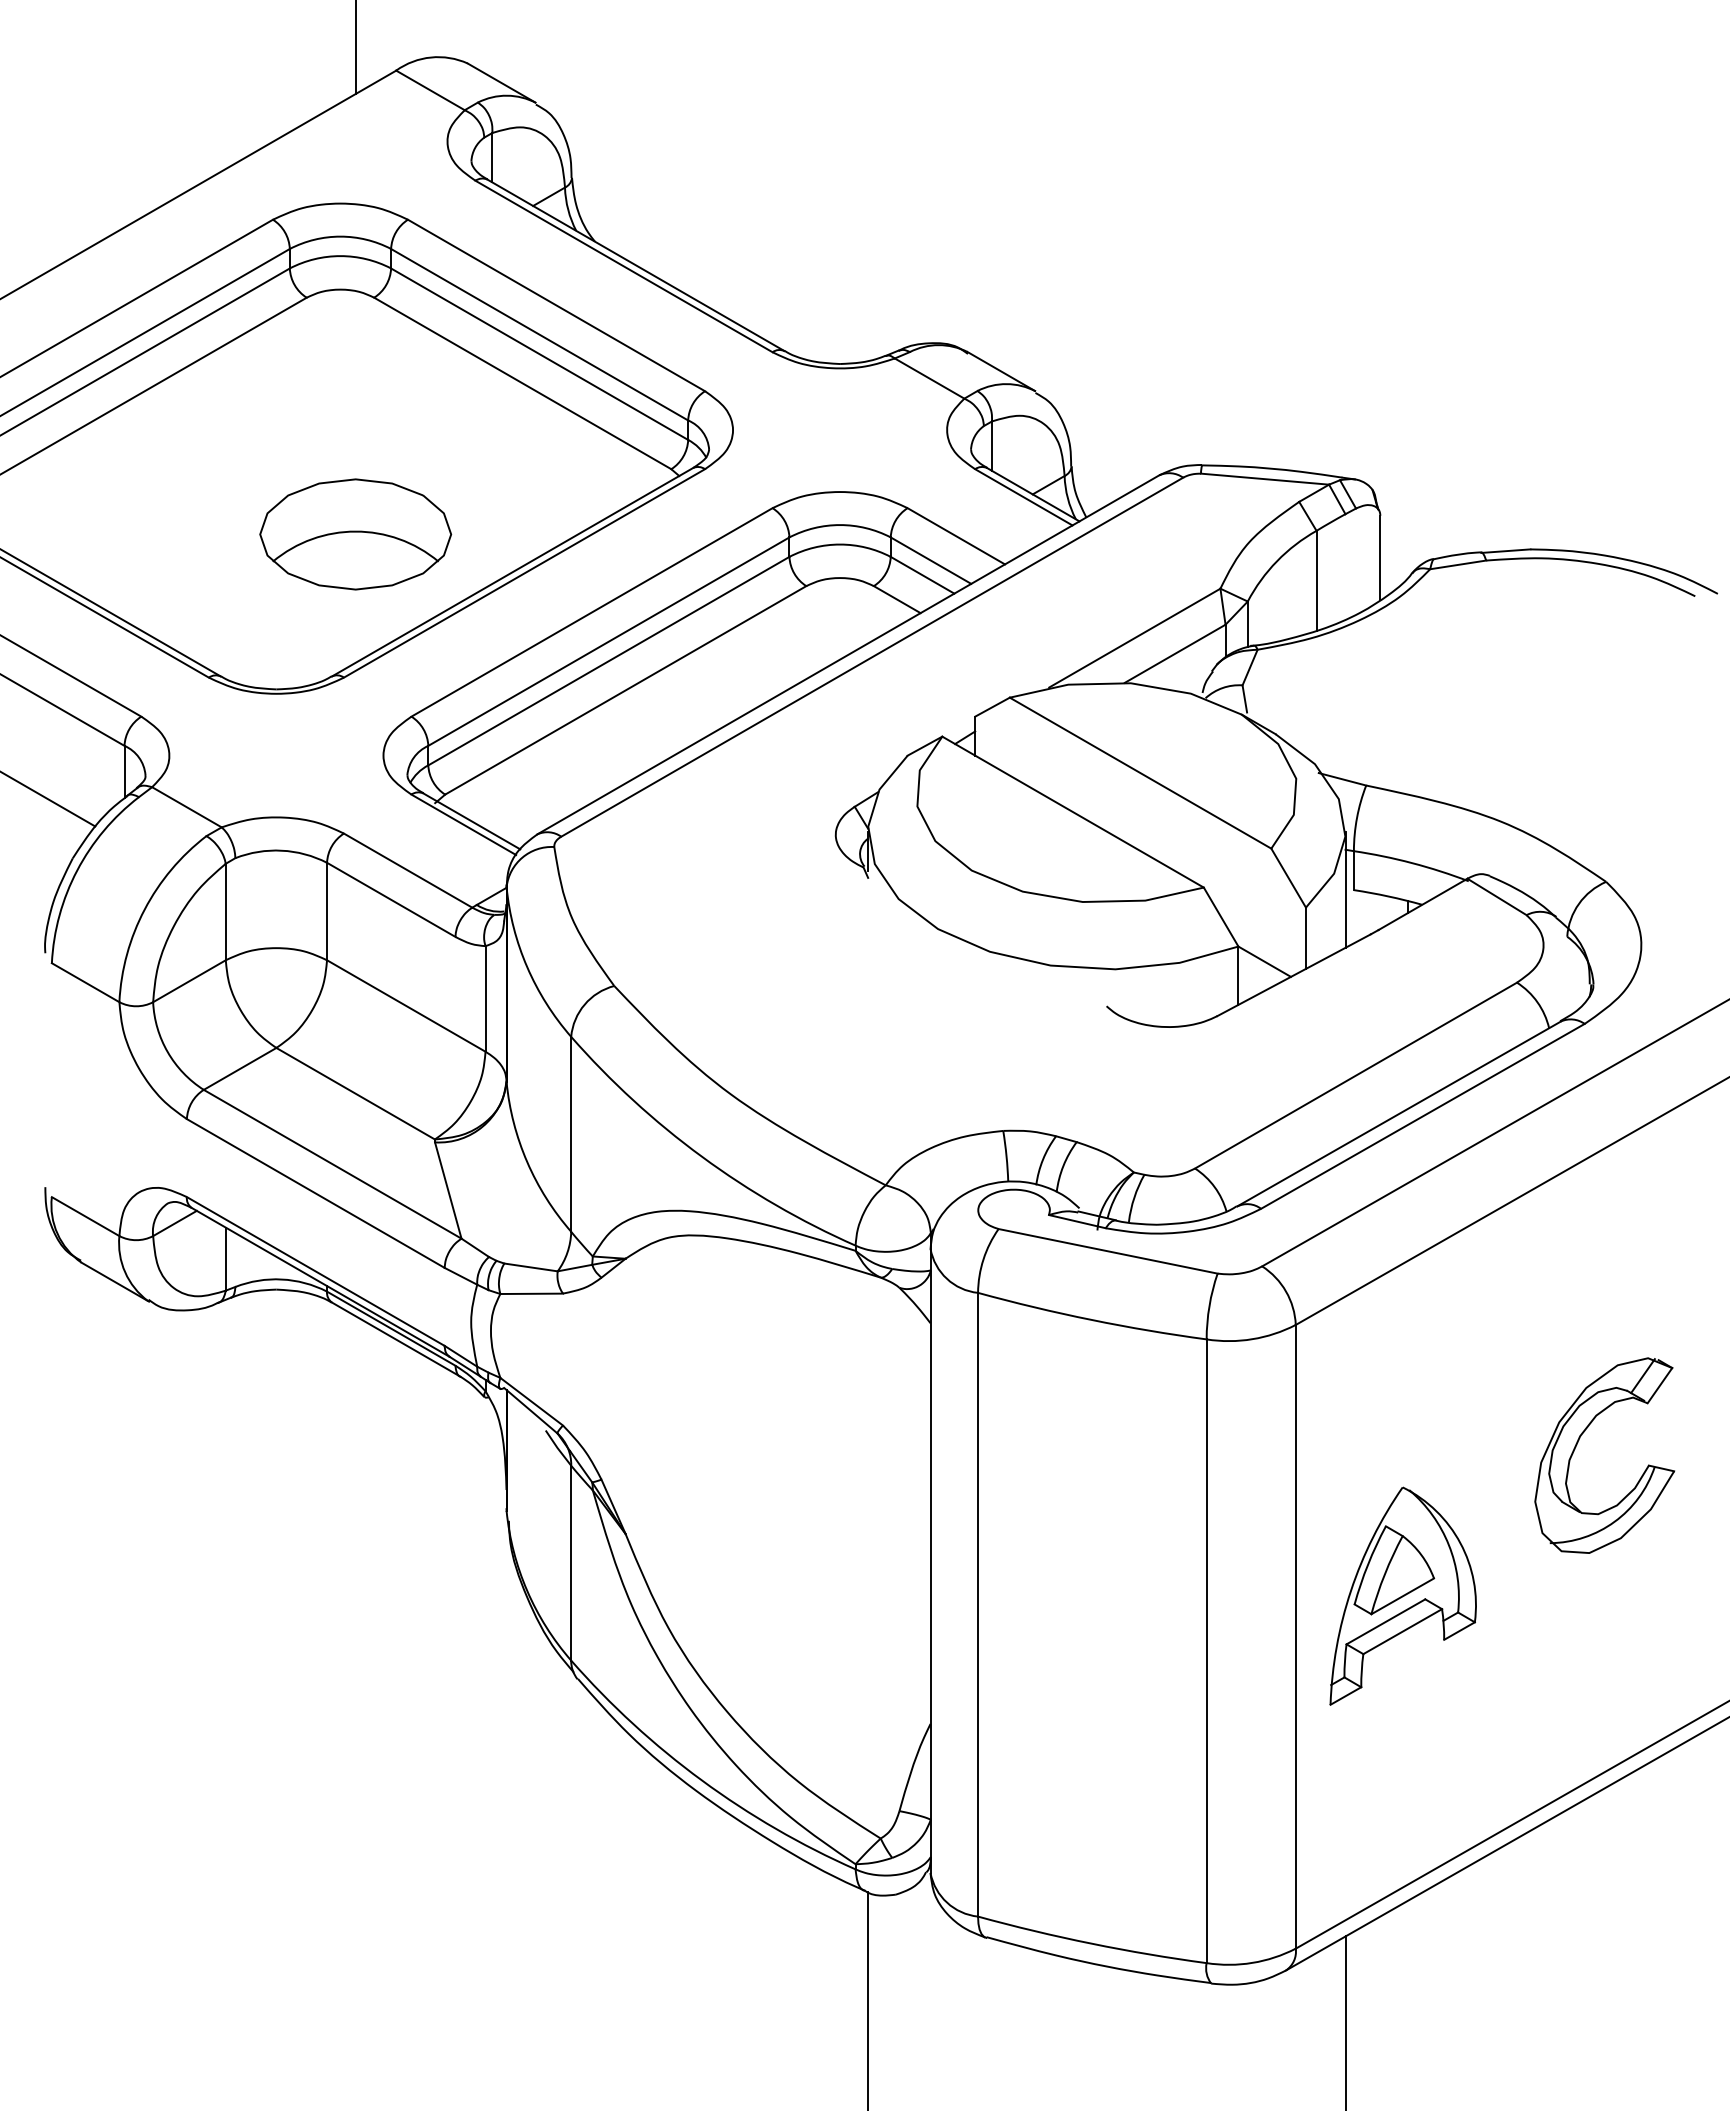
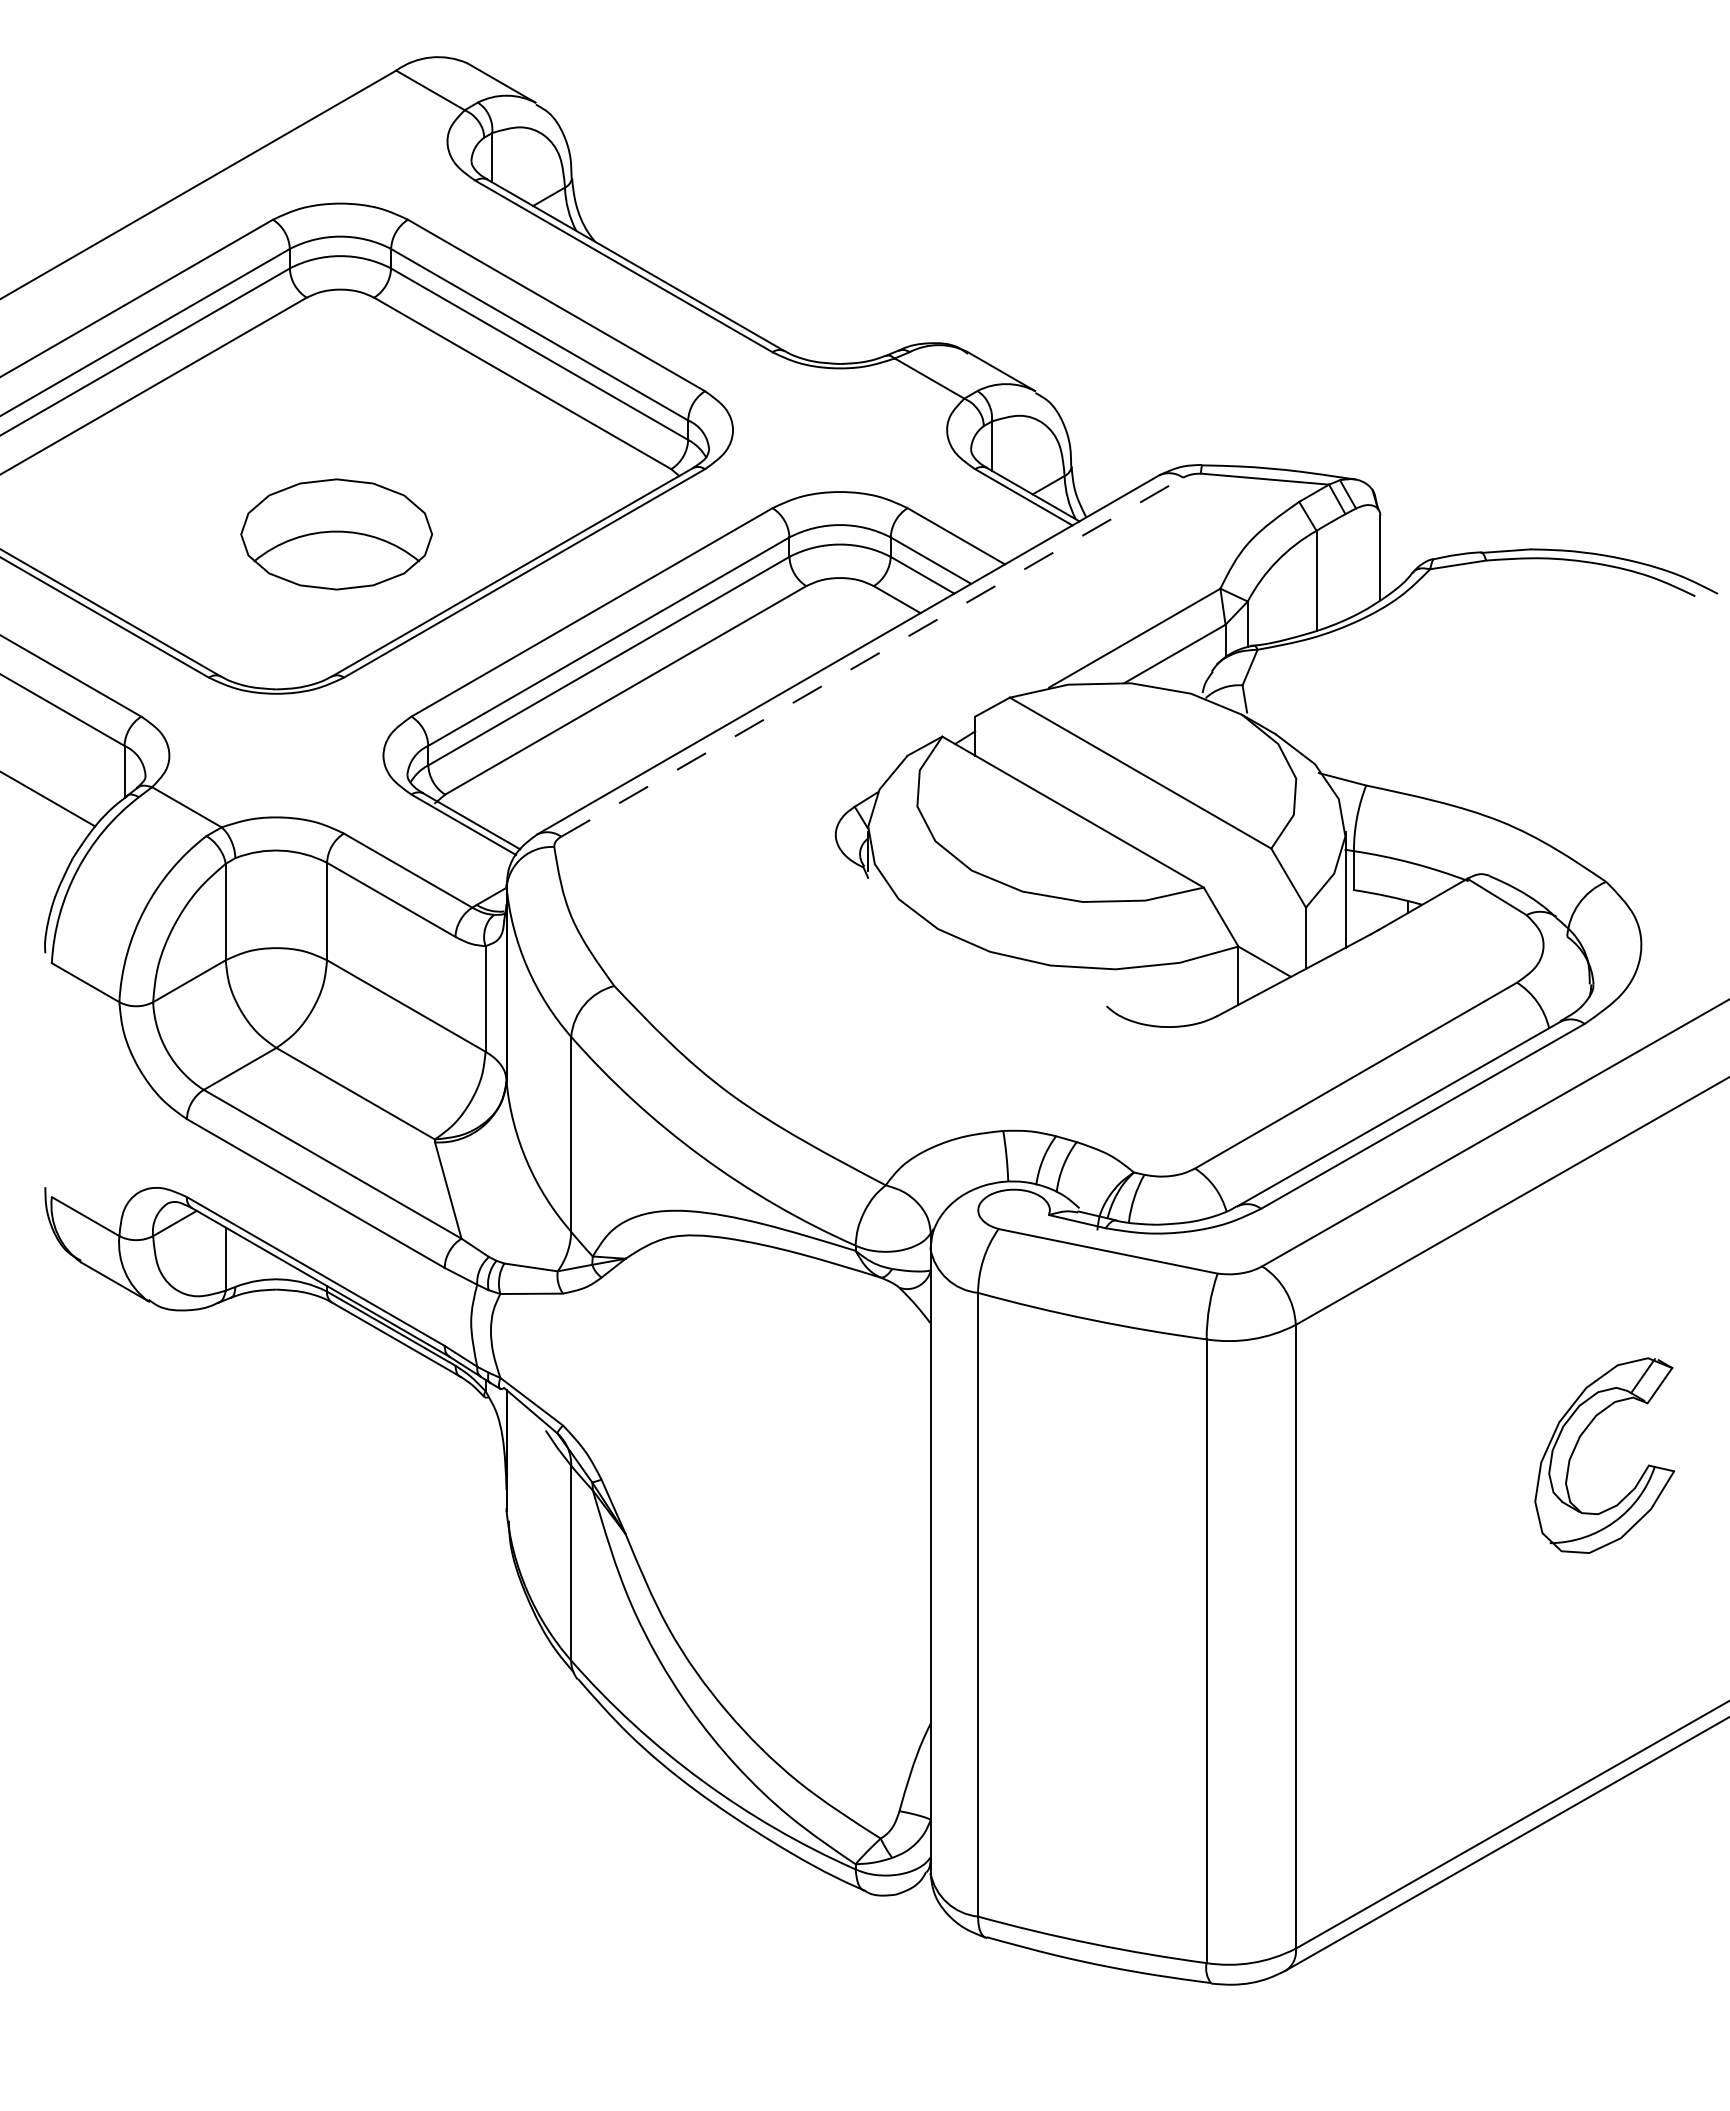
line at (355, 48): present -> none
part at (355, 534) position: (355, 534) -> (336, 534)
line at (872, 656): solid -> dashed
part at (1402, 1595): present -> none
line at (868, 1999): present -> none
line at (1345, 2021): present -> none
